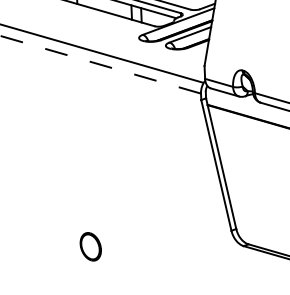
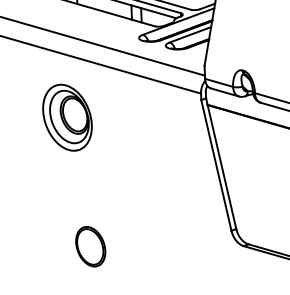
line at (102, 53) position: (102, 53) -> (103, 46)
line at (100, 64): dashed -> solid
part at (67, 117): none -> present
part at (90, 246) size: 23x30 px -> 32x42 px
